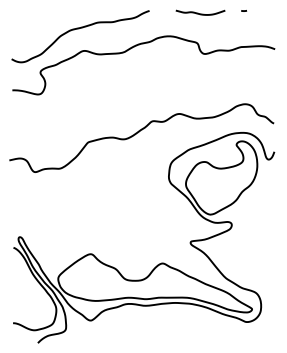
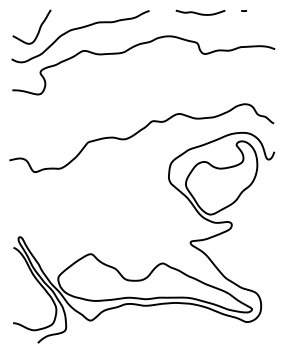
curve at (38, 29): none -> present
